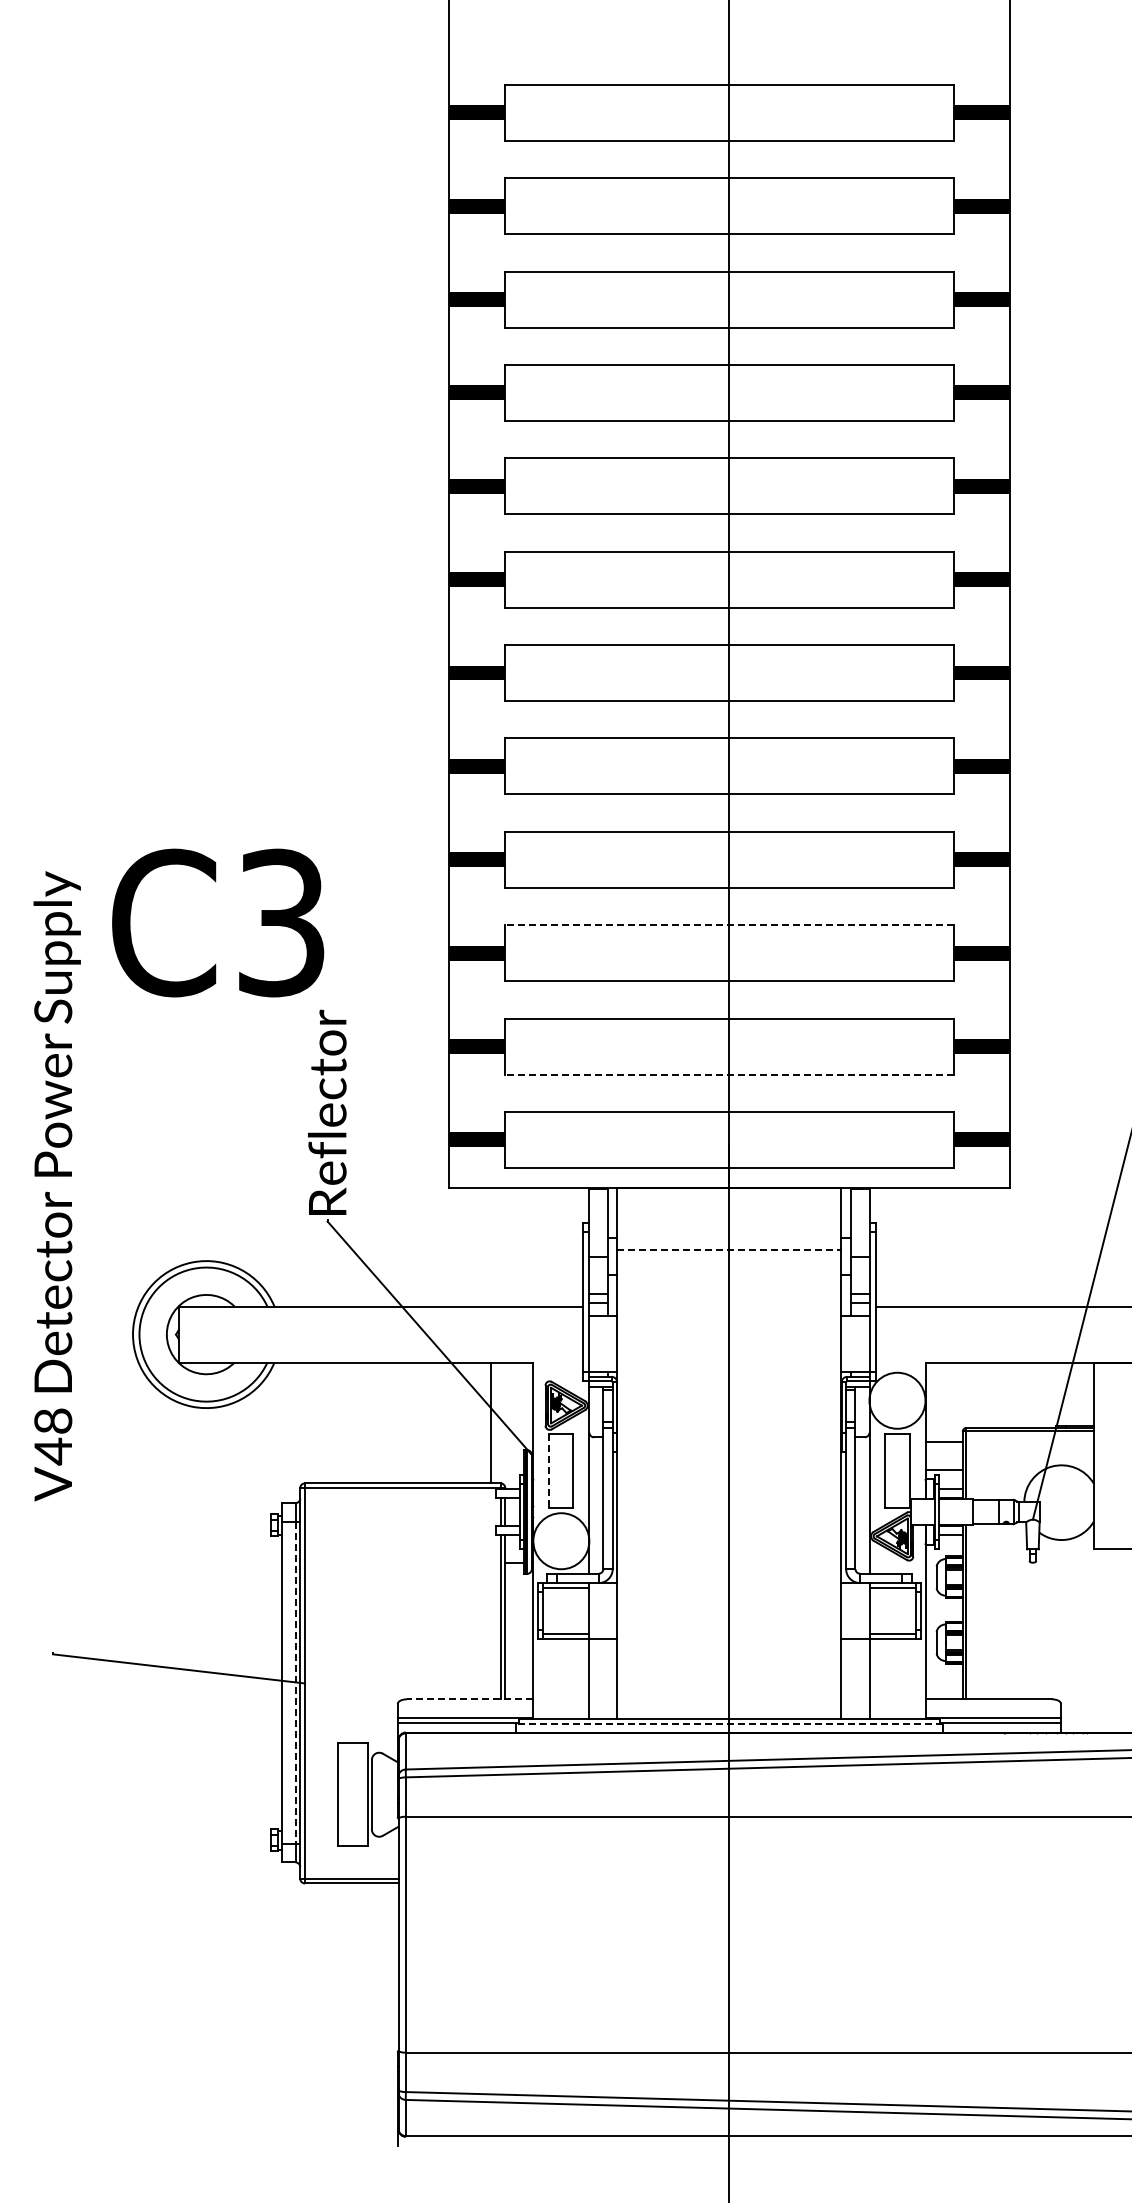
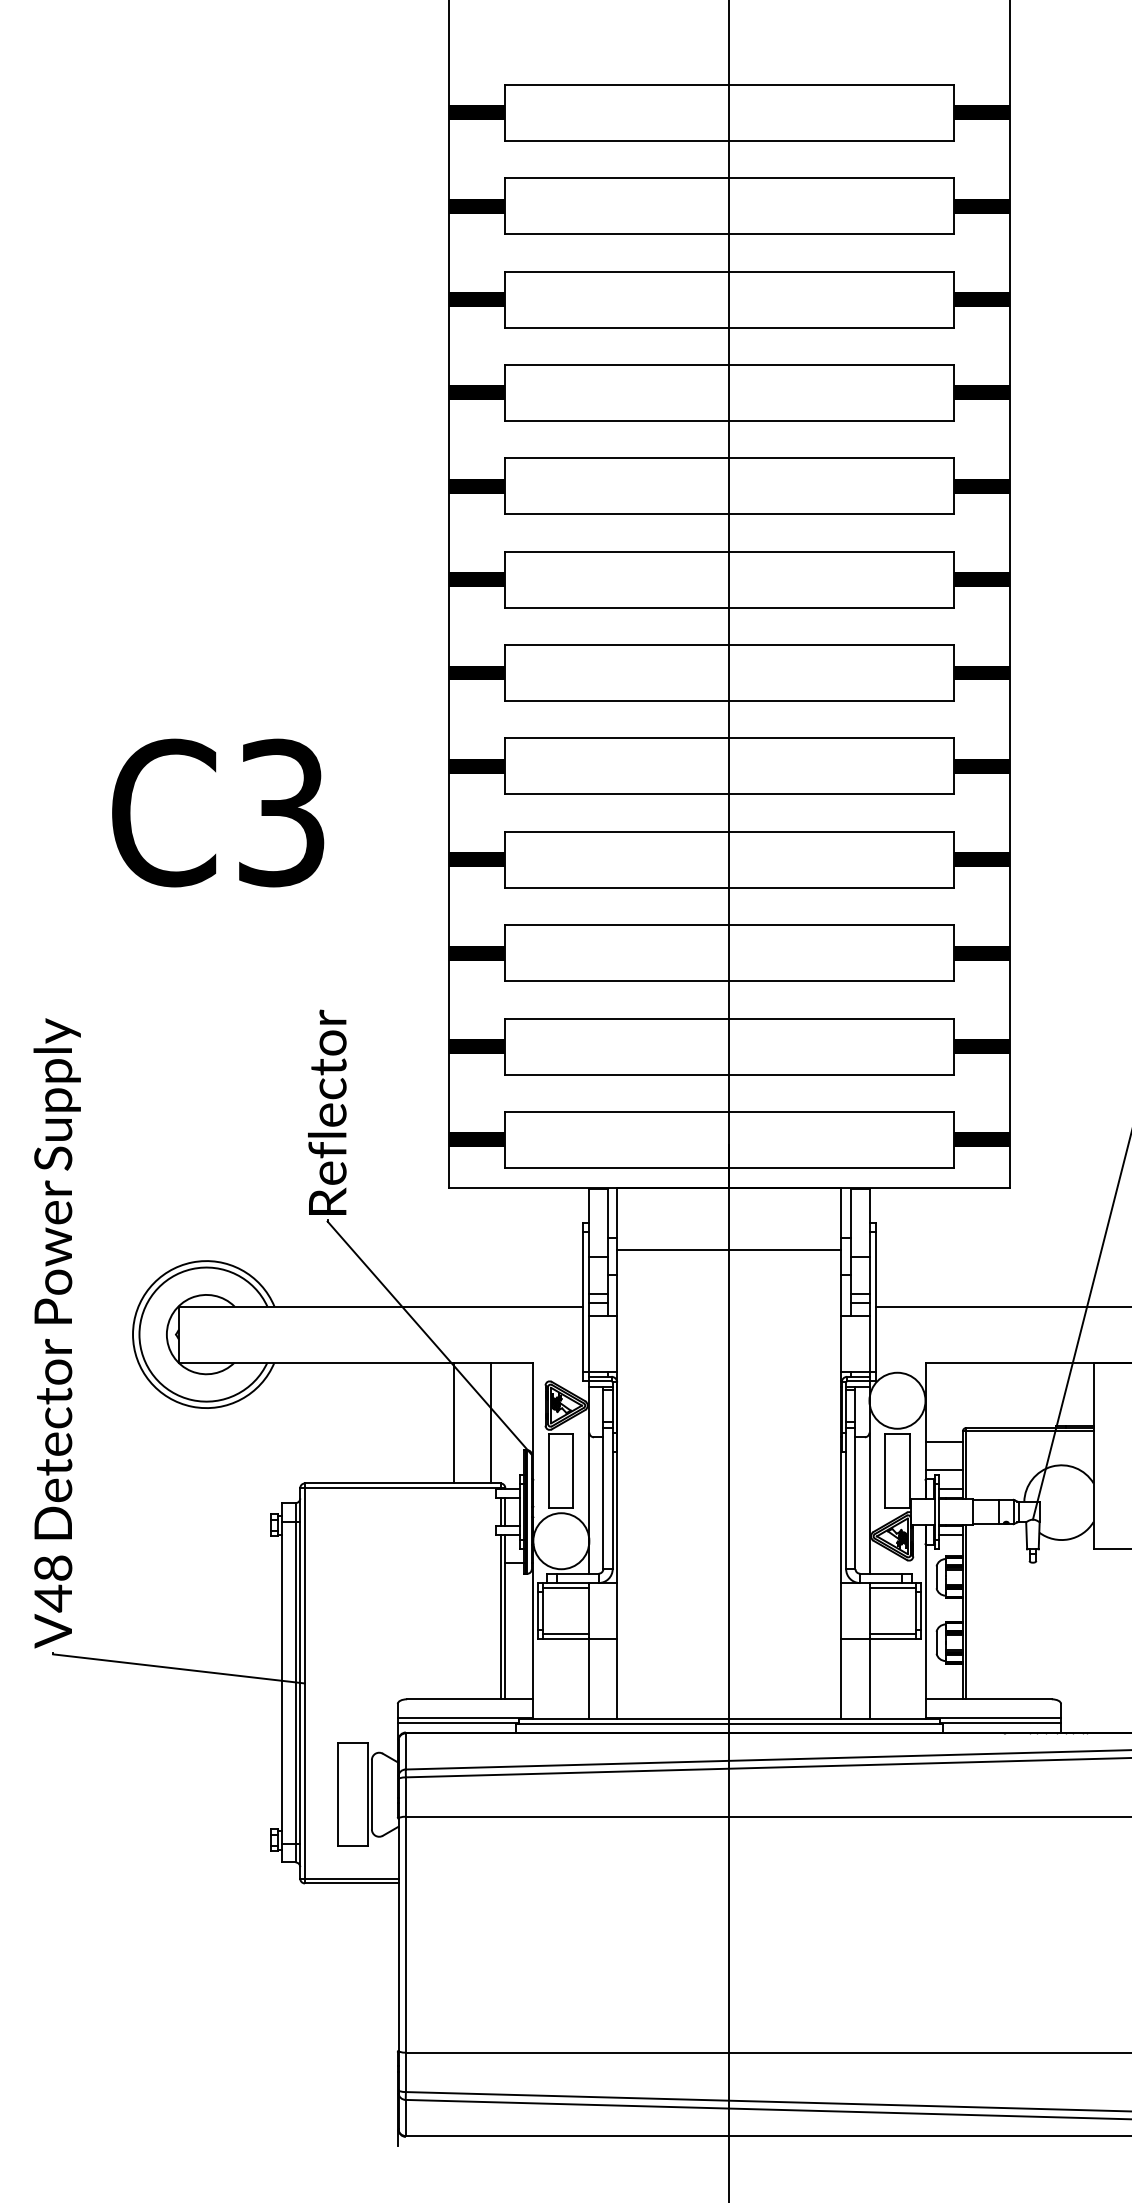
text at (218, 922) position: (218, 922) -> (218, 812)
line at (728, 925): dashed -> solid
line at (728, 1074): dashed -> solid
text at (56, 1186) position: (56, 1186) -> (56, 1333)
line at (729, 1250): dashed -> solid
line at (454, 1422): none -> present
line at (549, 1471): dashed -> solid
line at (295, 1682): dashed -> solid
line at (469, 1699): dashed -> solid
line at (728, 1723): dashed -> solid
